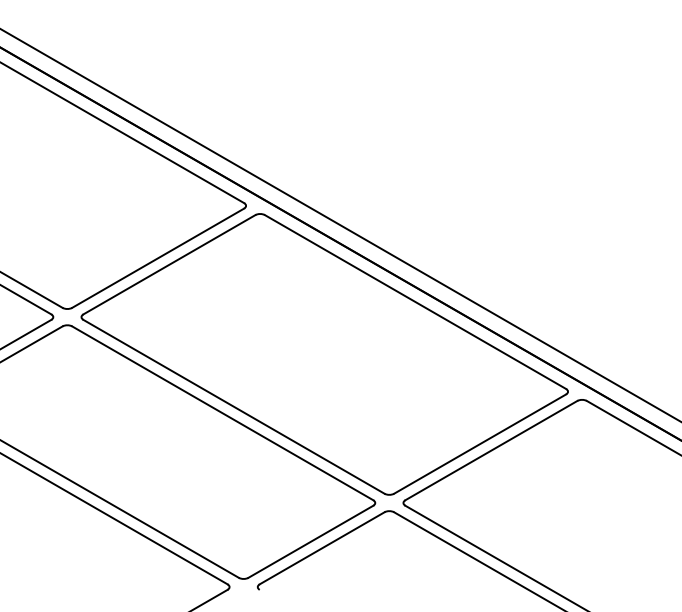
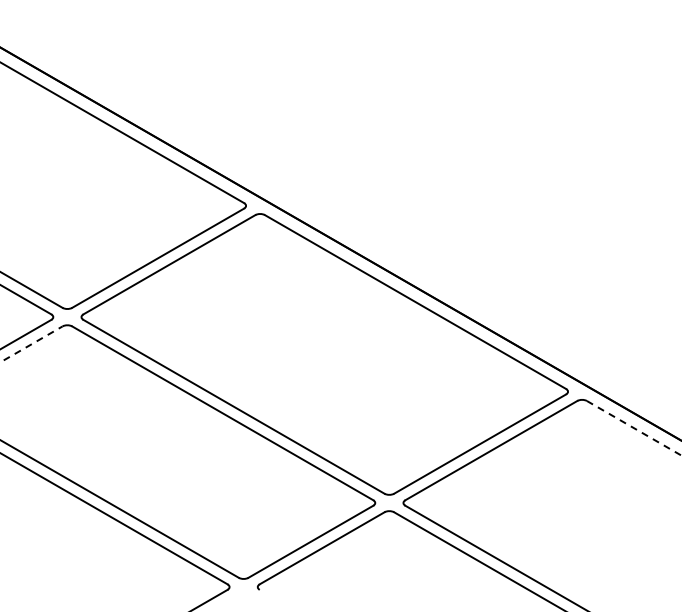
line at (340, 225): present -> none
line at (31, 344): solid -> dashed
line at (634, 428): solid -> dashed
